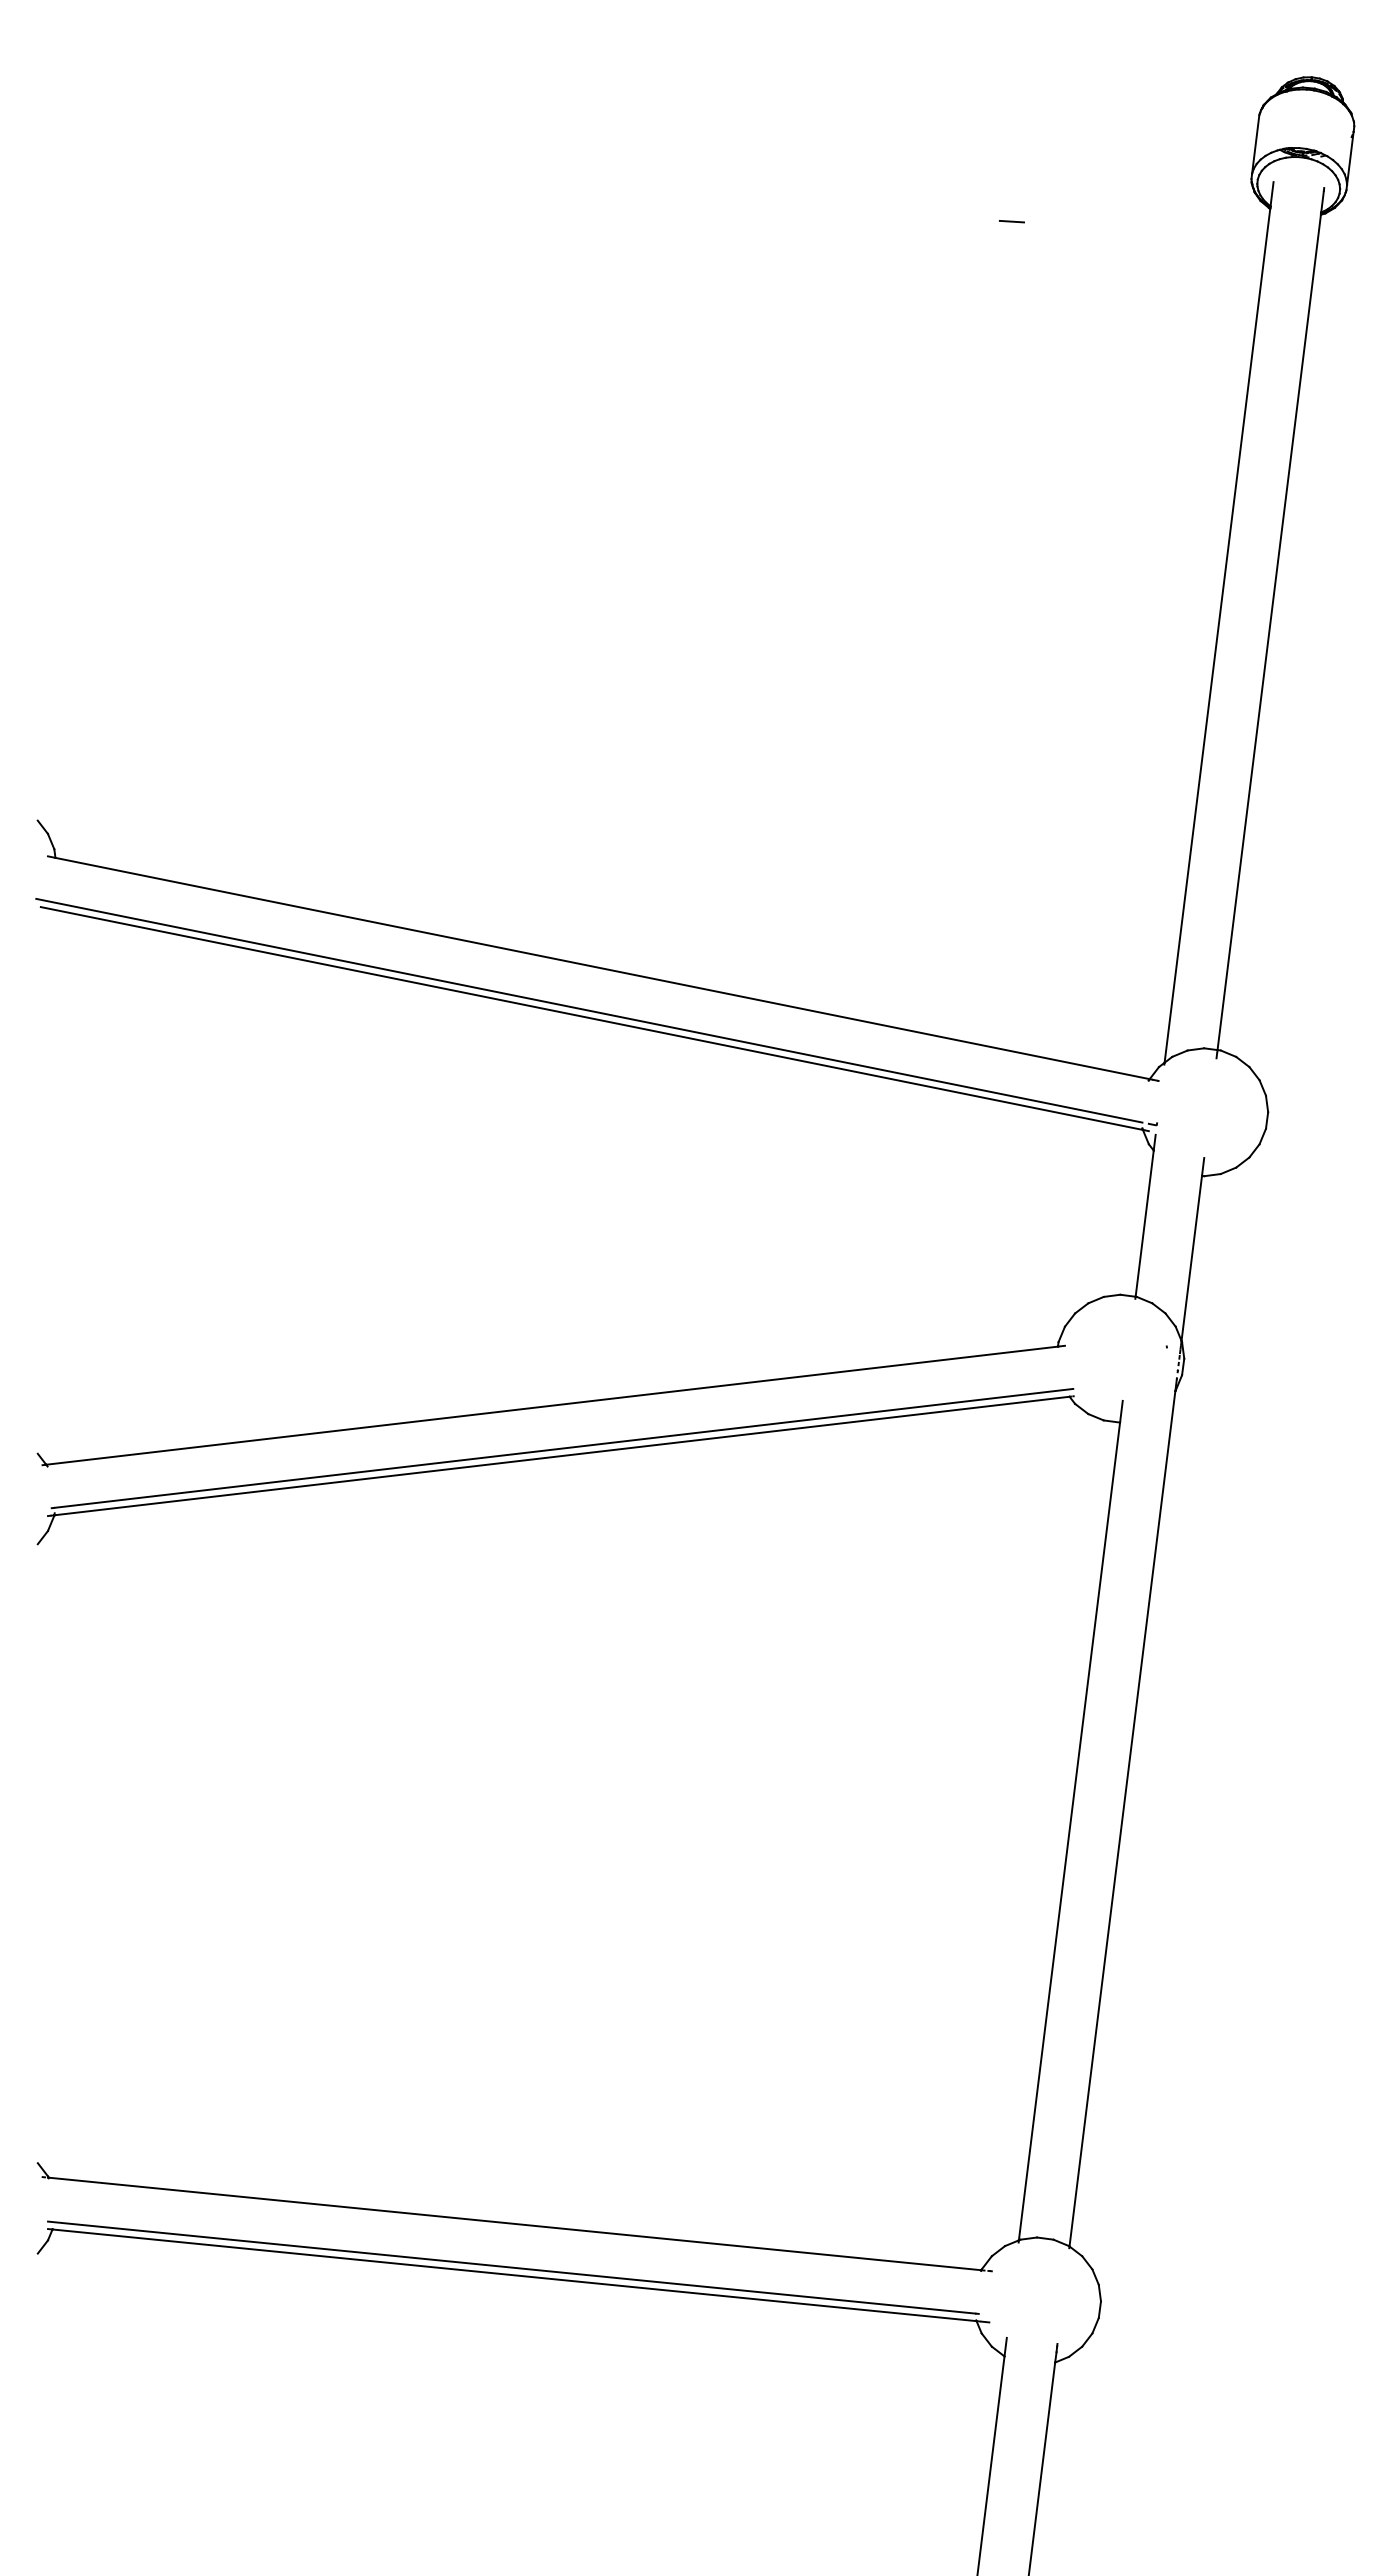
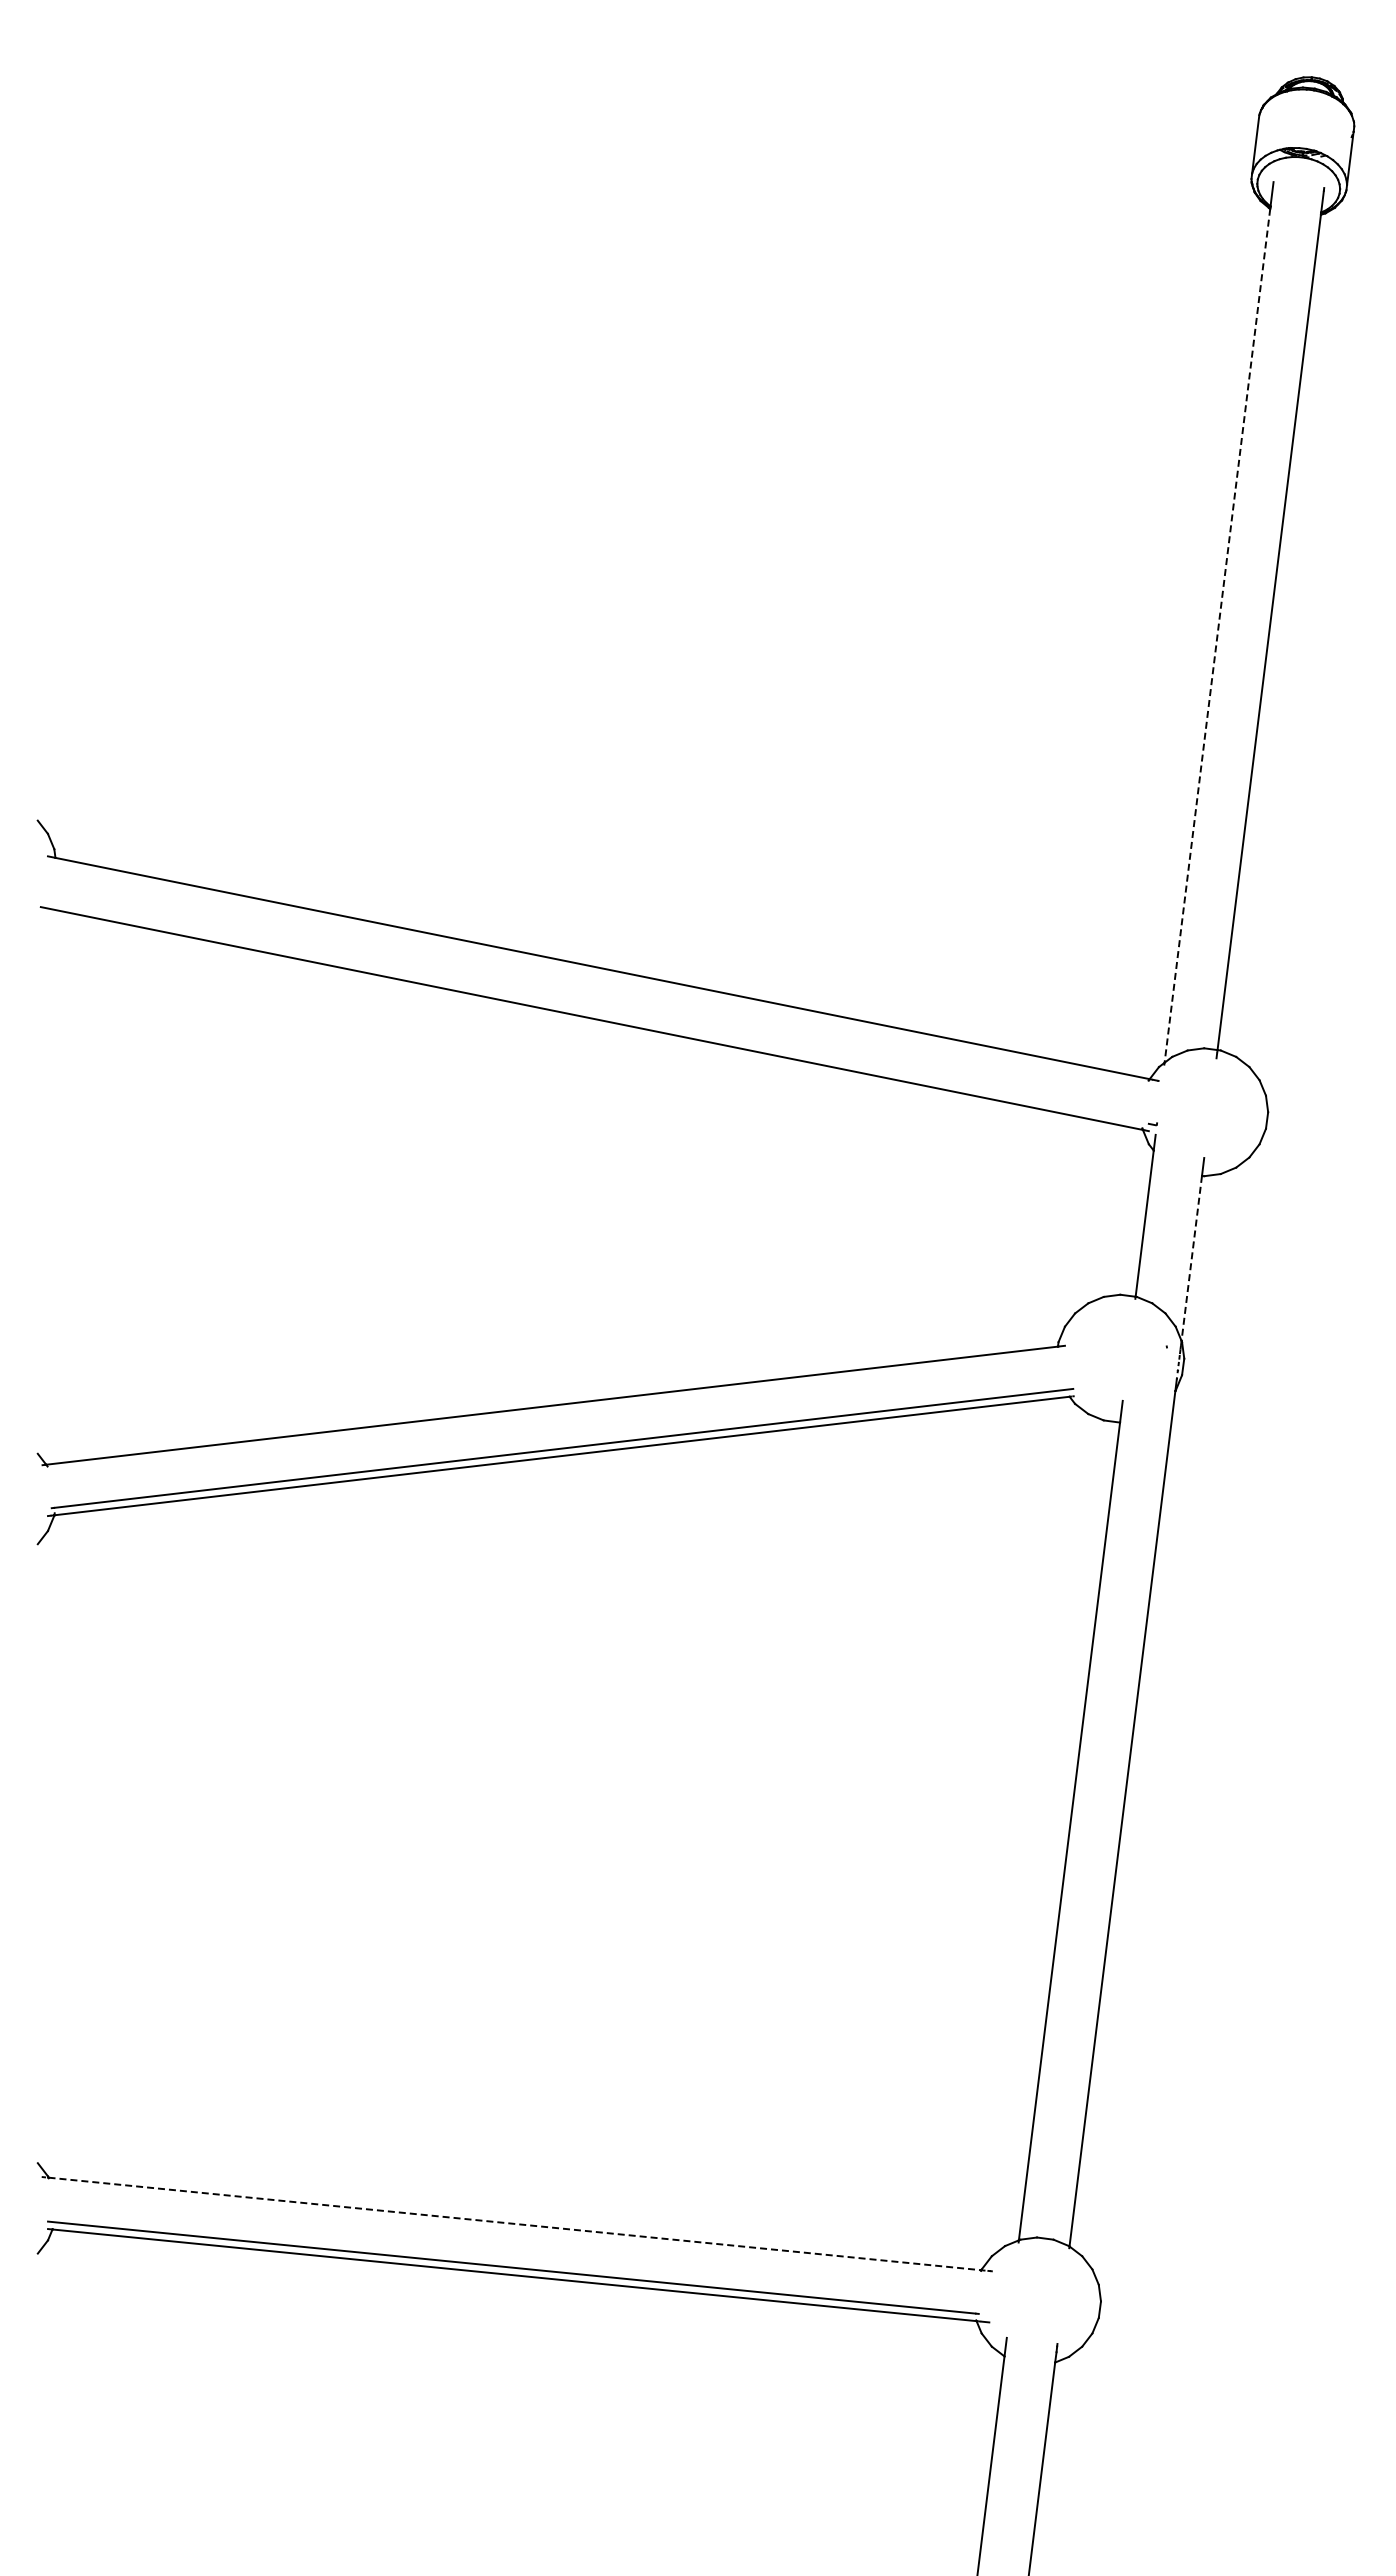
line at (1011, 221): present -> none
line at (1217, 636): solid -> dashed
line at (589, 1010): present -> none
line at (1191, 1258): solid -> dashed
line at (514, 2223): solid -> dashed
